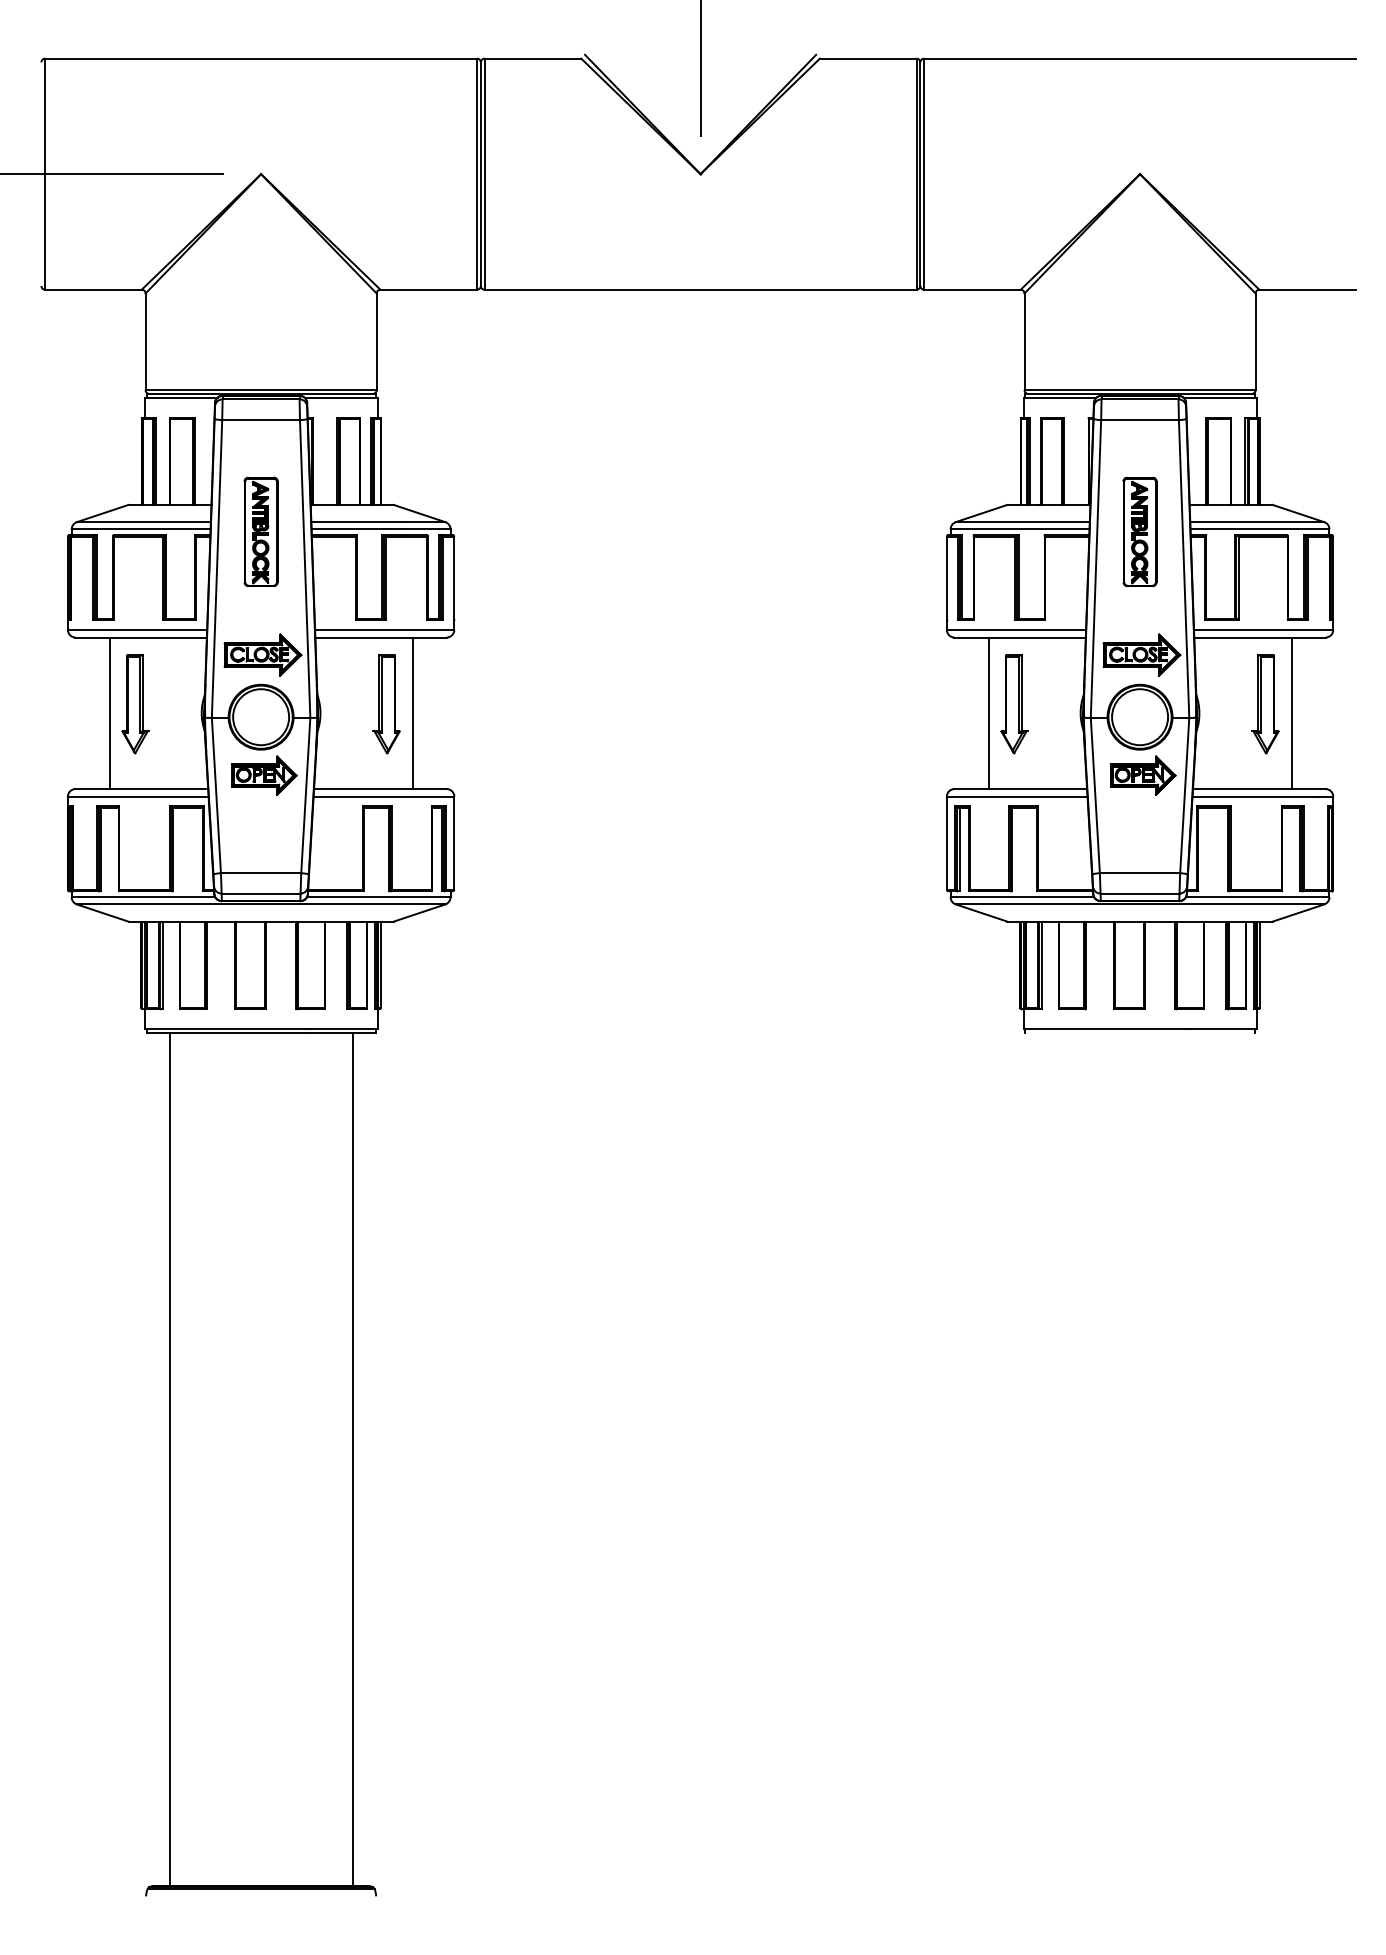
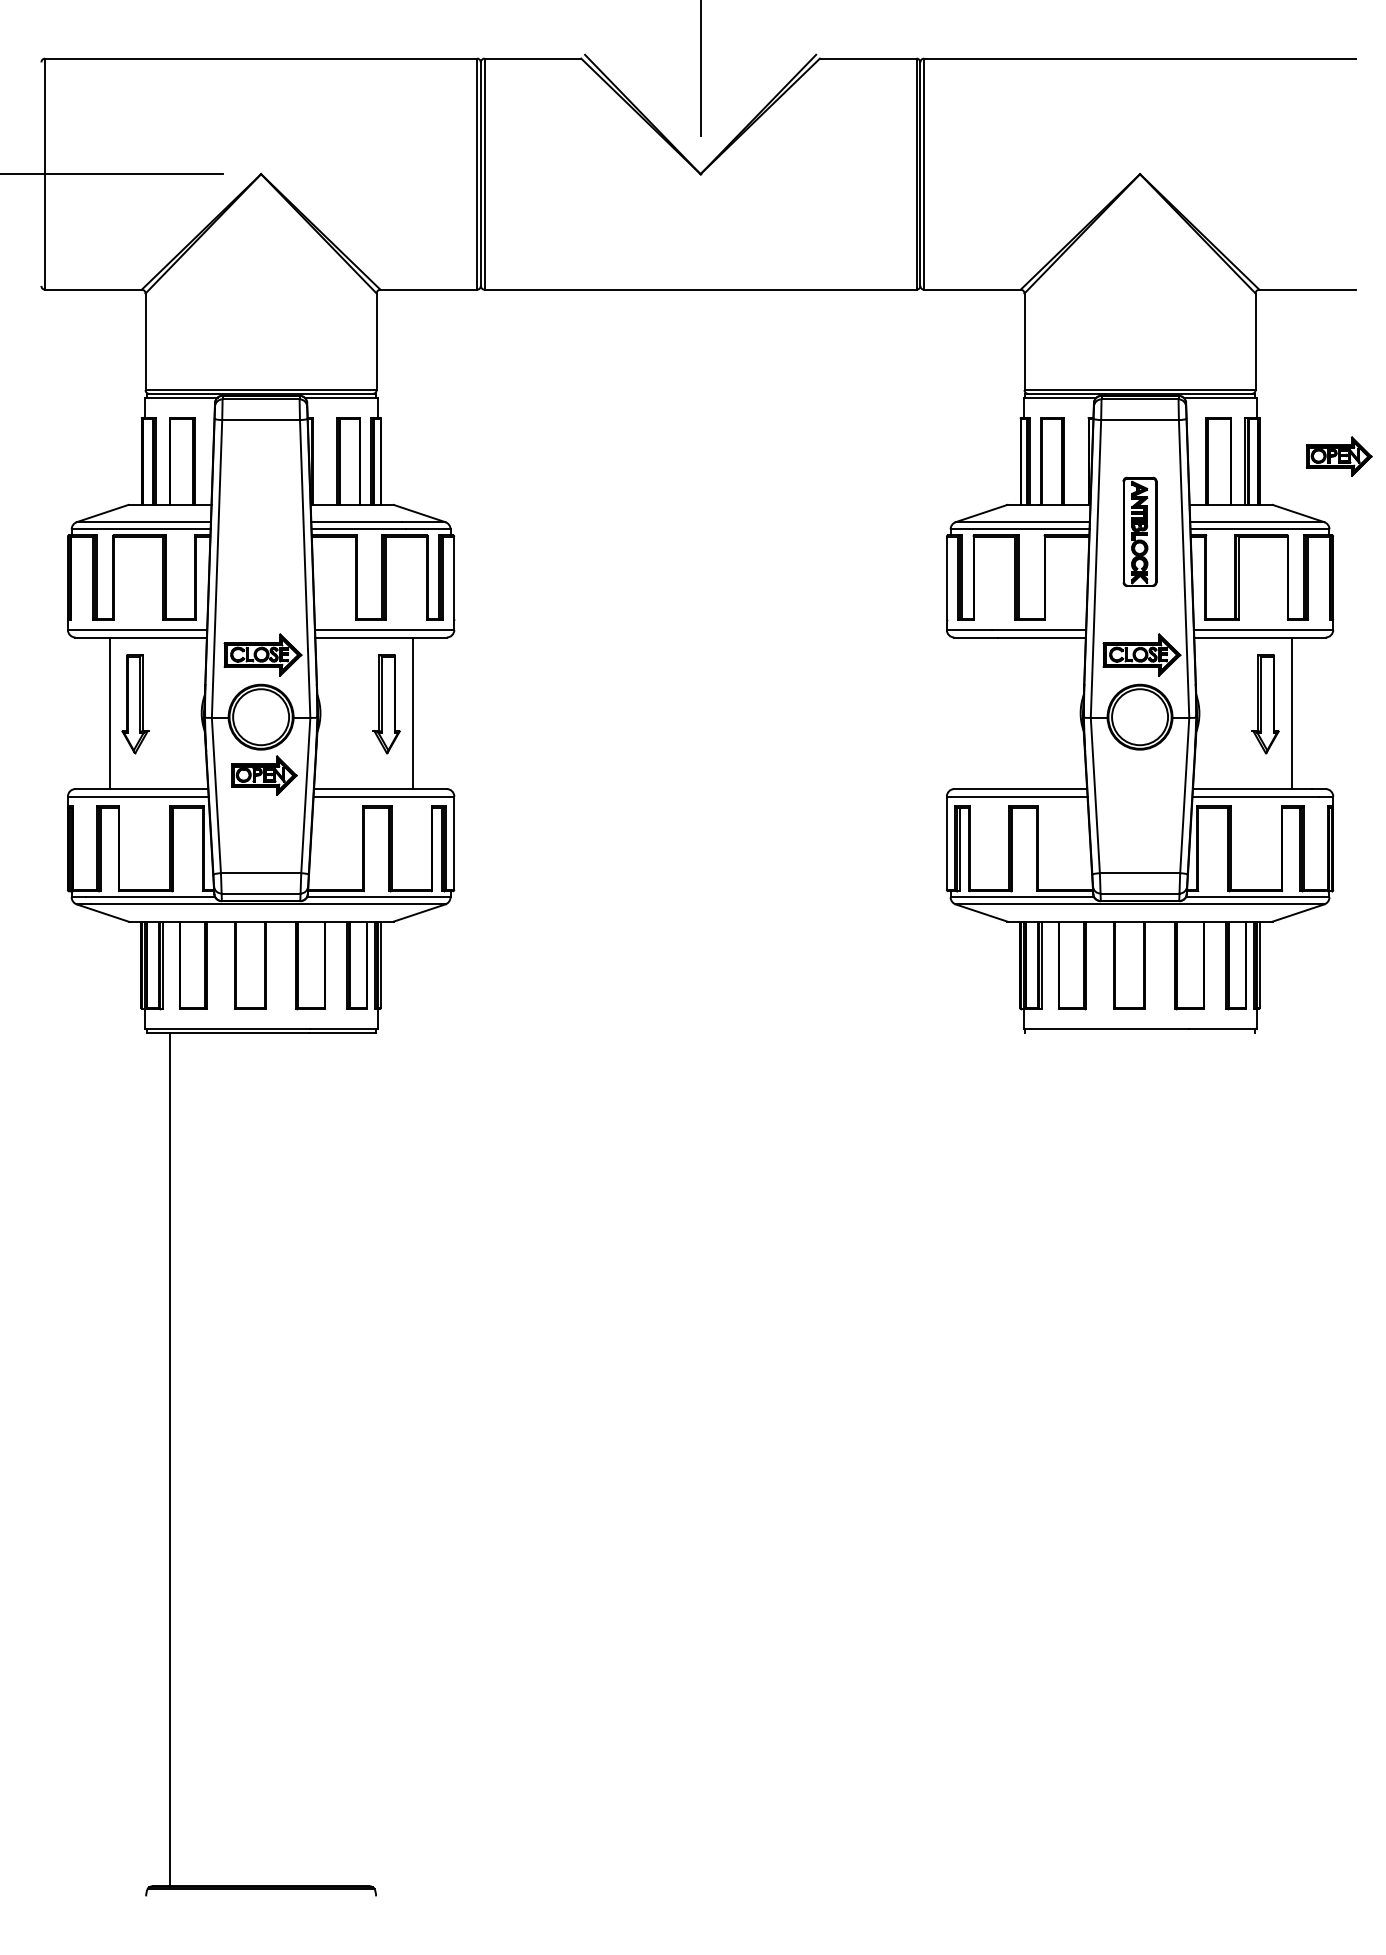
part at (260, 531): present -> none
part at (1014, 704): present -> none
line at (988, 713): present -> none
part at (1142, 775) position: (1142, 775) -> (1338, 456)
line at (352, 1459): present -> none
